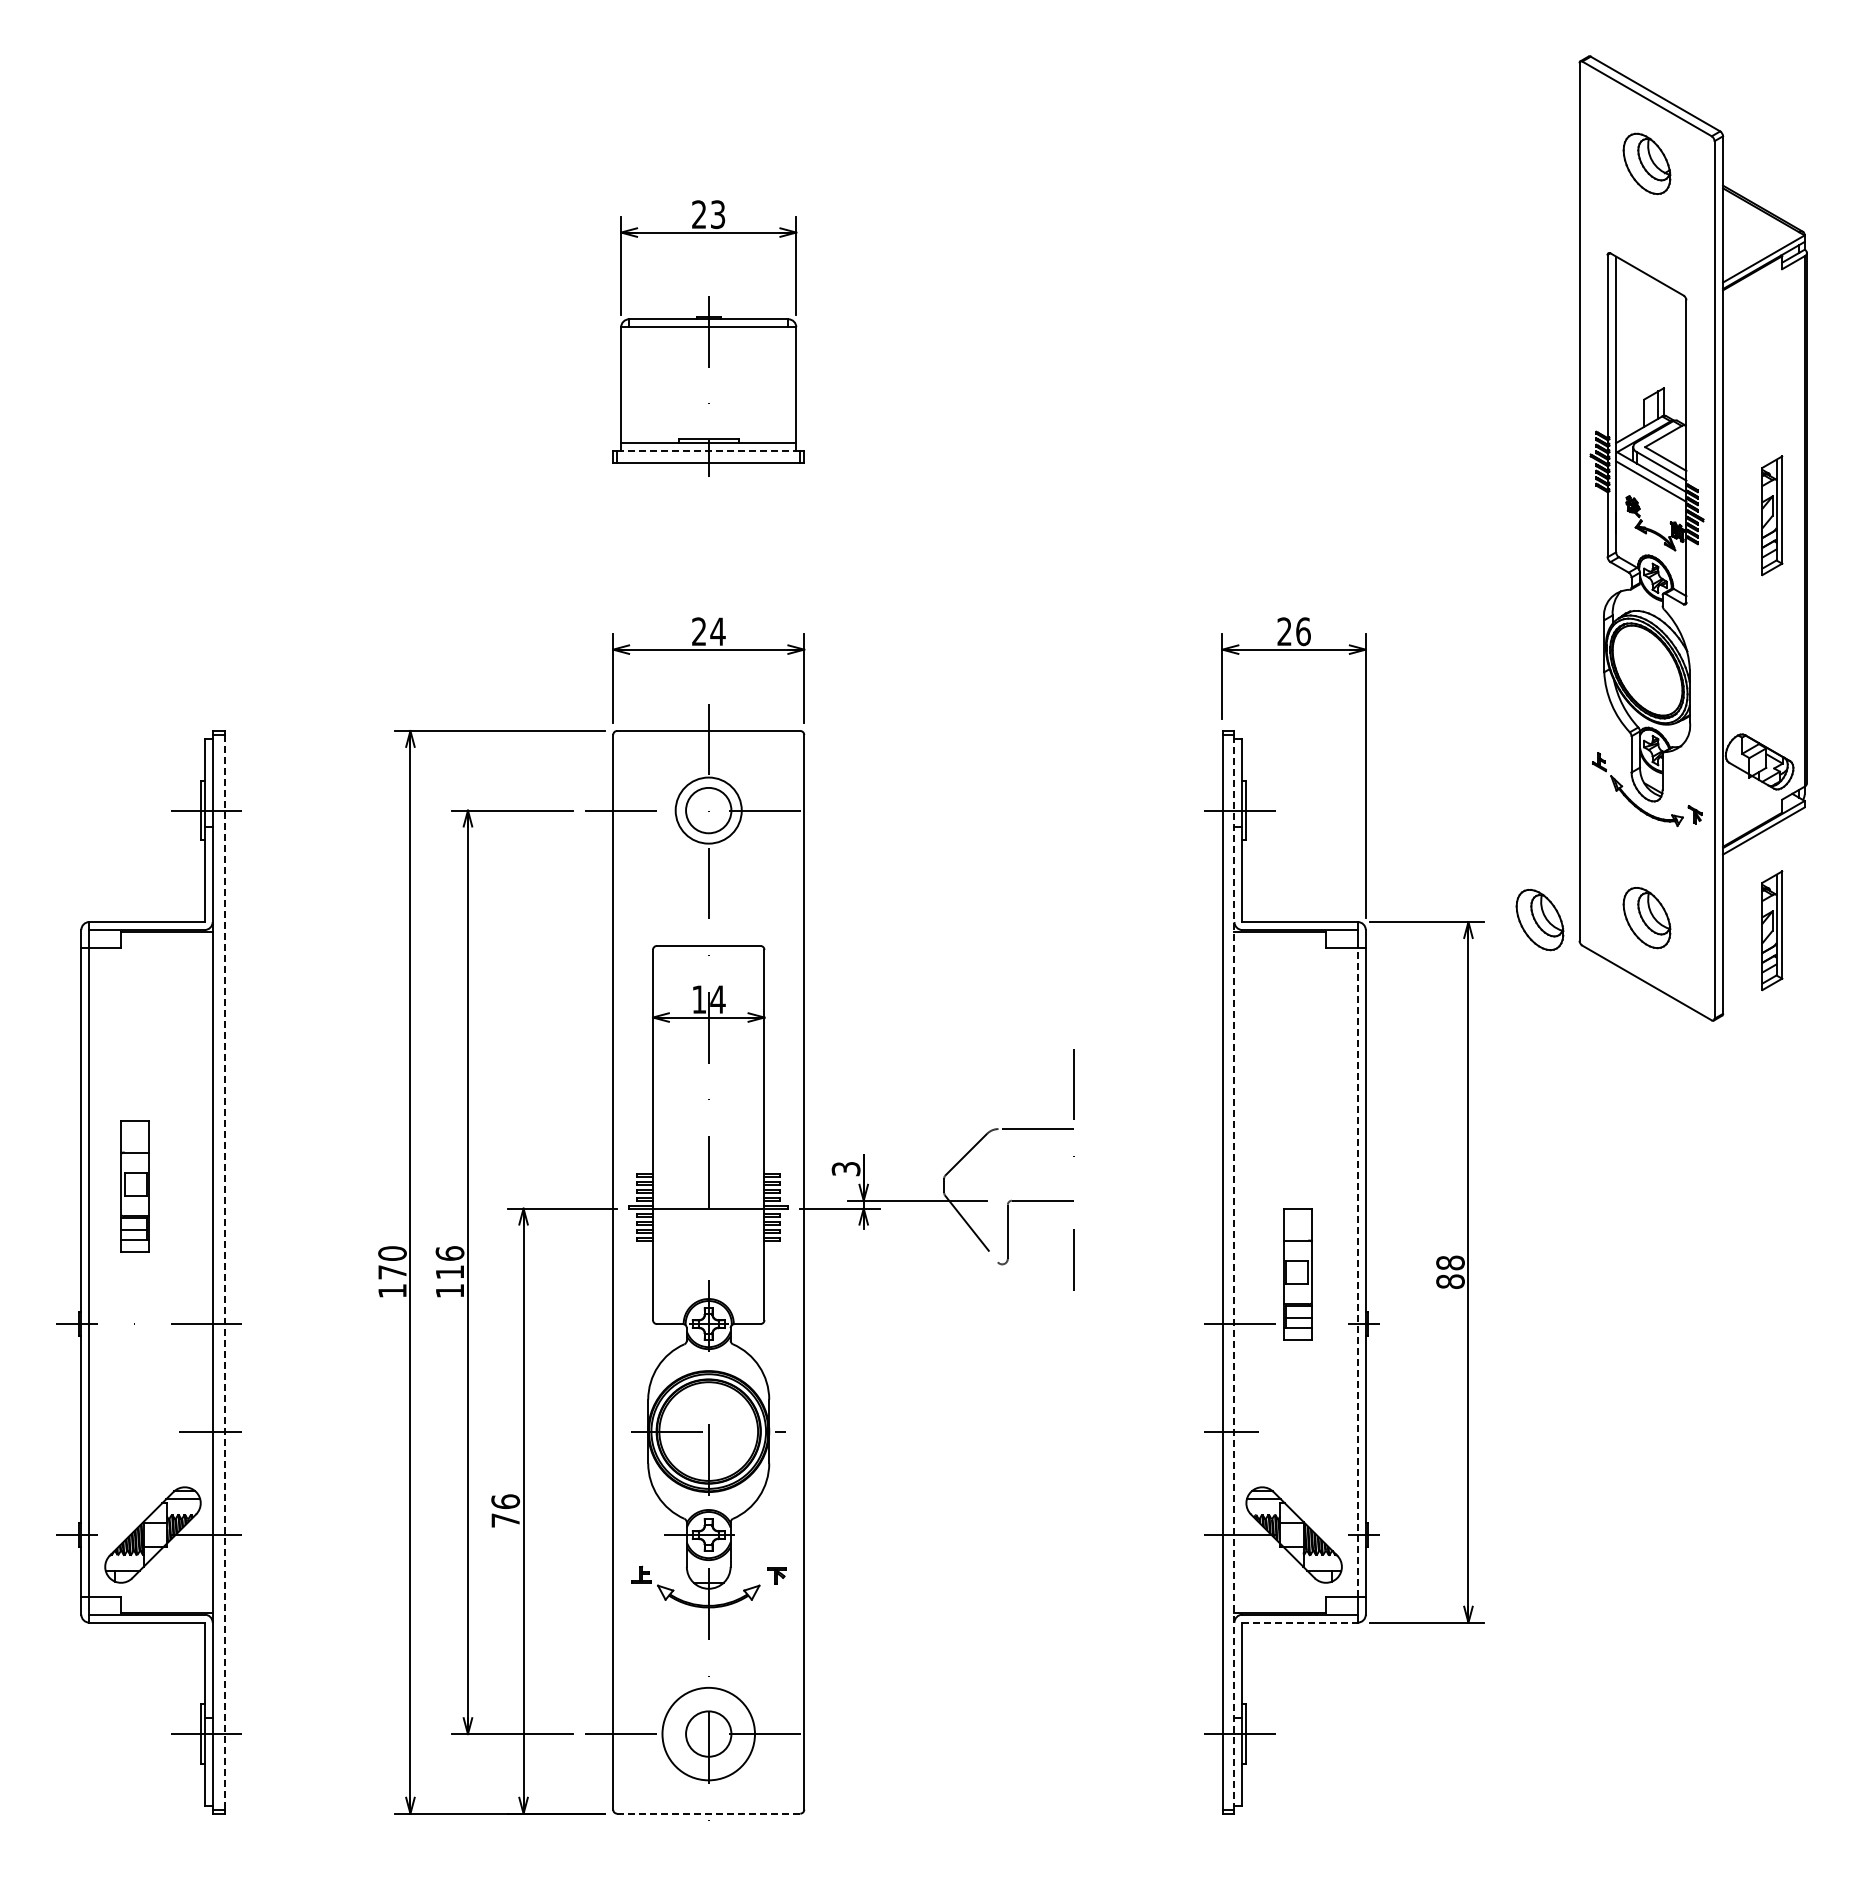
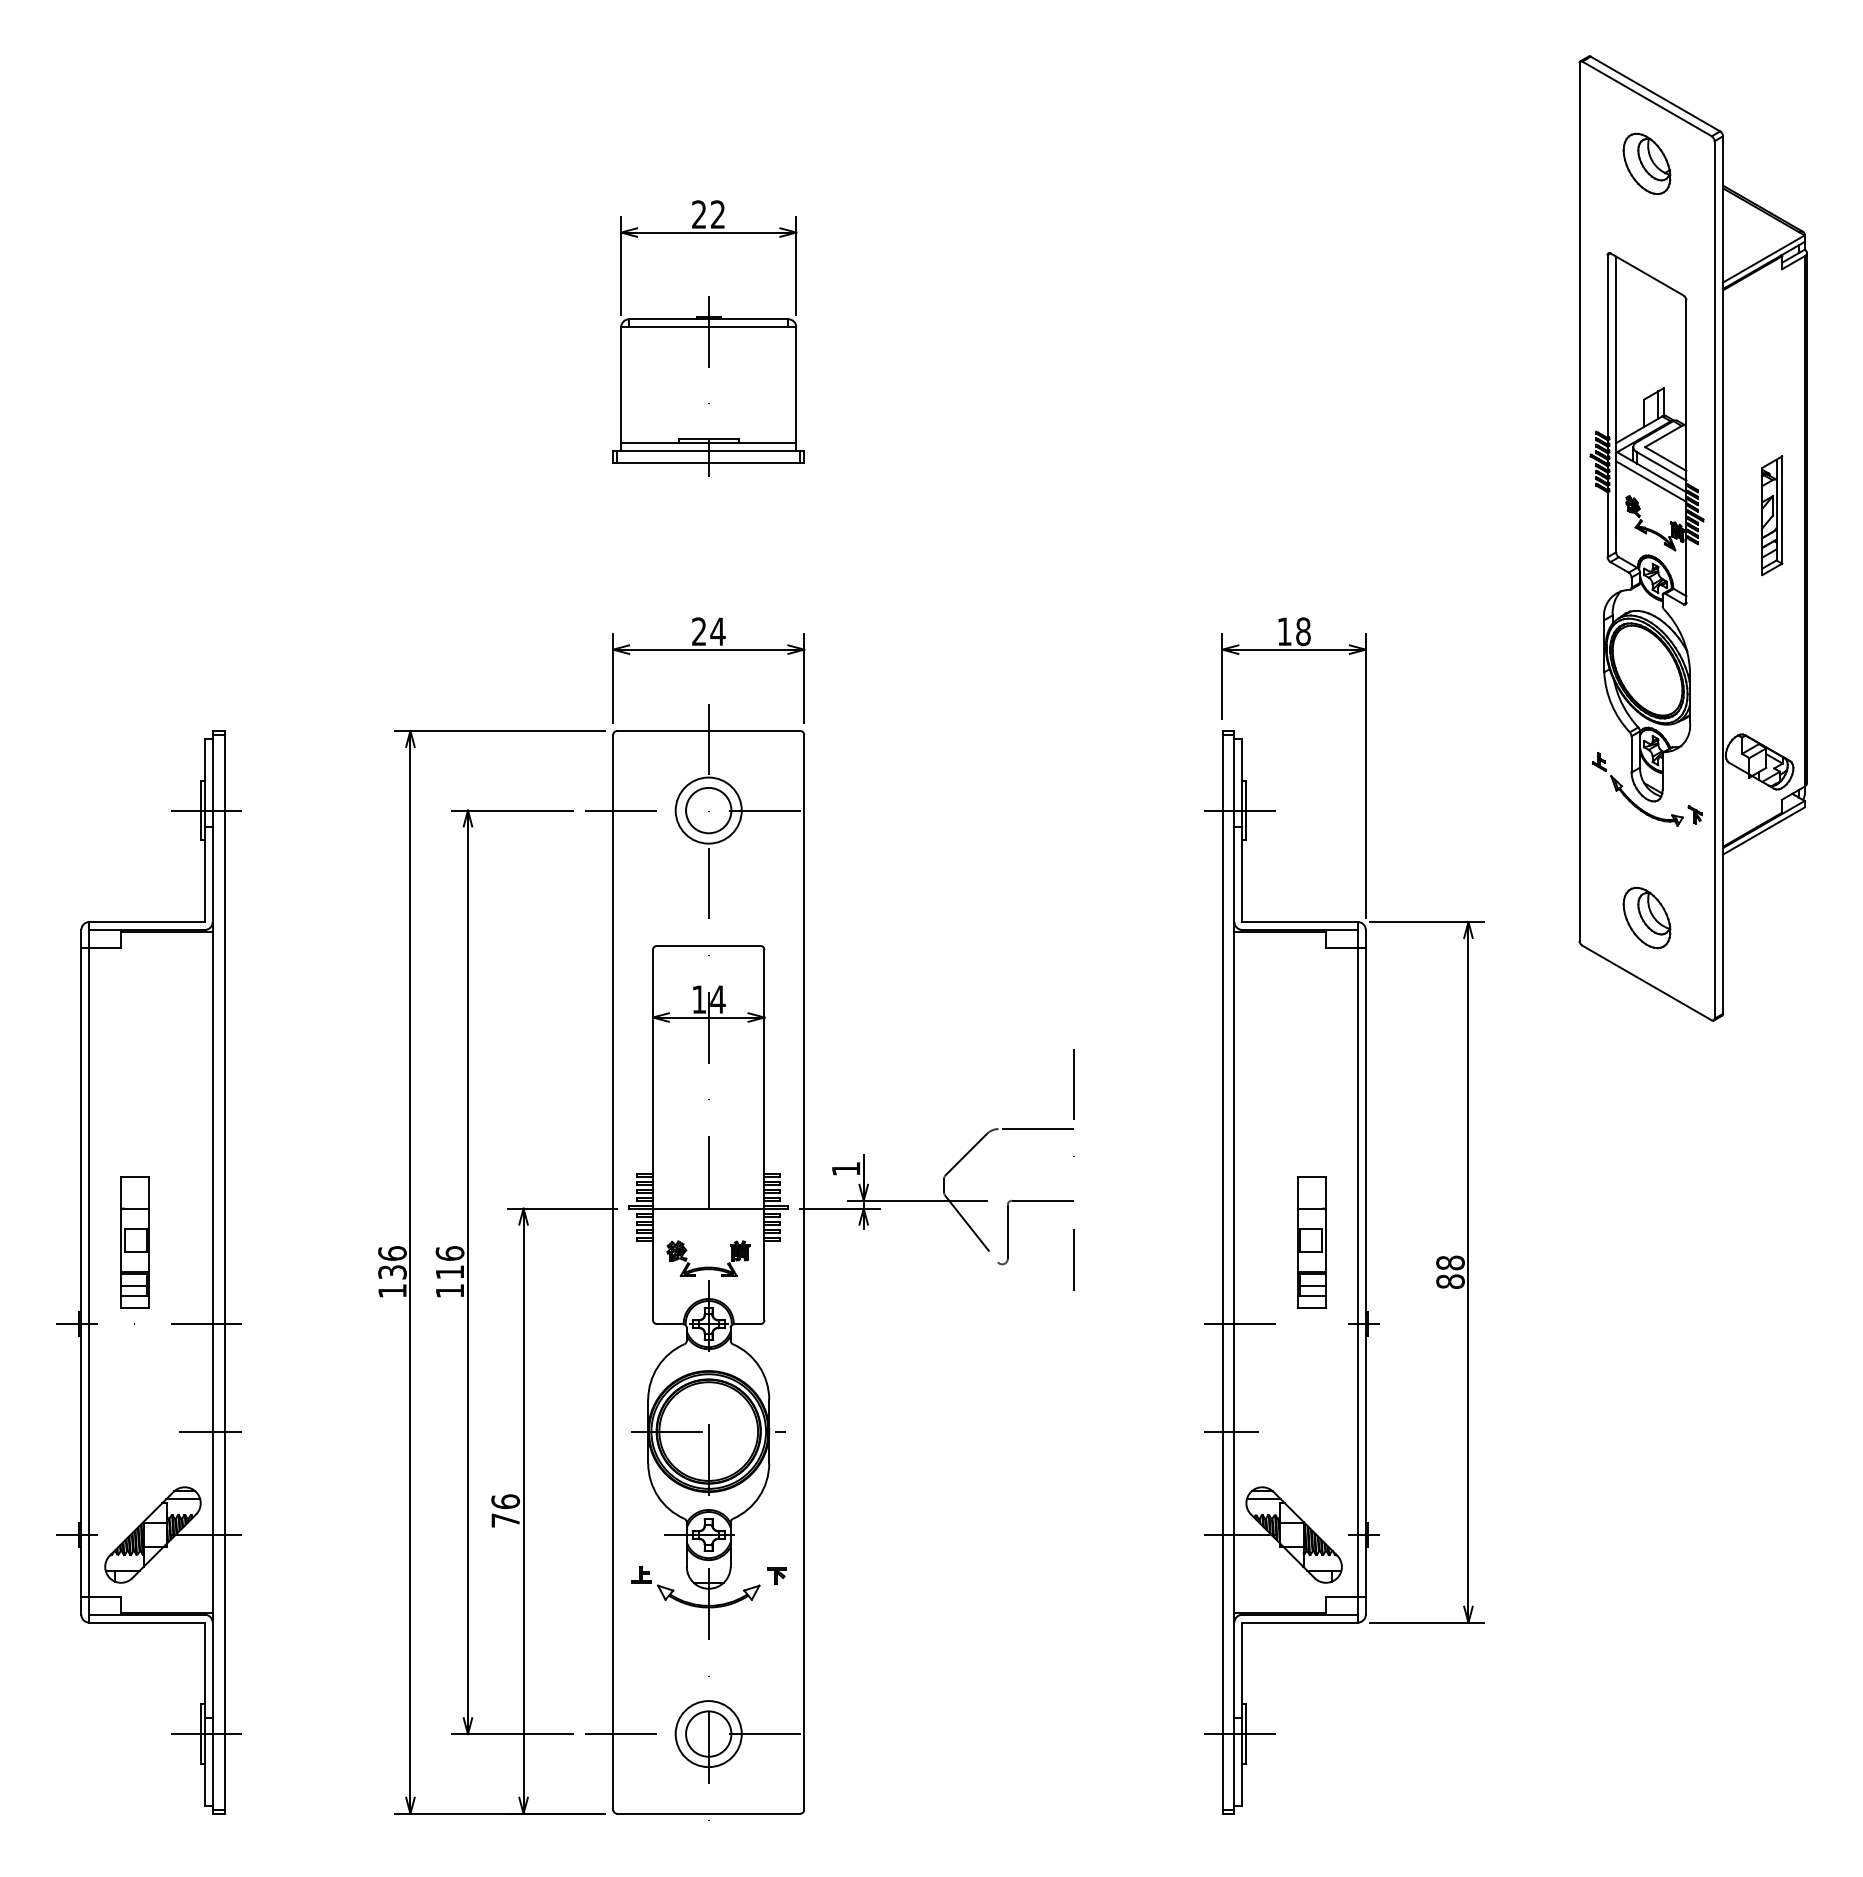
text at (718, 214): 23 -> 22
line at (708, 450): dashed -> solid
text at (1293, 631): 26 -> 18
part at (1539, 920): present -> none
part at (1772, 930): present -> none
text at (845, 1169): 3 -> 1
part at (134, 1186) position: (134, 1186) -> (134, 1242)
text at (392, 1262): 170 -> 136
part at (708, 1266): none -> present
line at (1234, 1271): dashed -> solid
line at (224, 1272): dashed -> solid
line at (1357, 1272): dashed -> solid
part at (1297, 1274) position: (1297, 1274) -> (1311, 1242)
line at (1300, 1622): dashed -> solid
circle at (708, 1733) diameter: 93 px -> 66 px
line at (708, 1813): dashed -> solid
